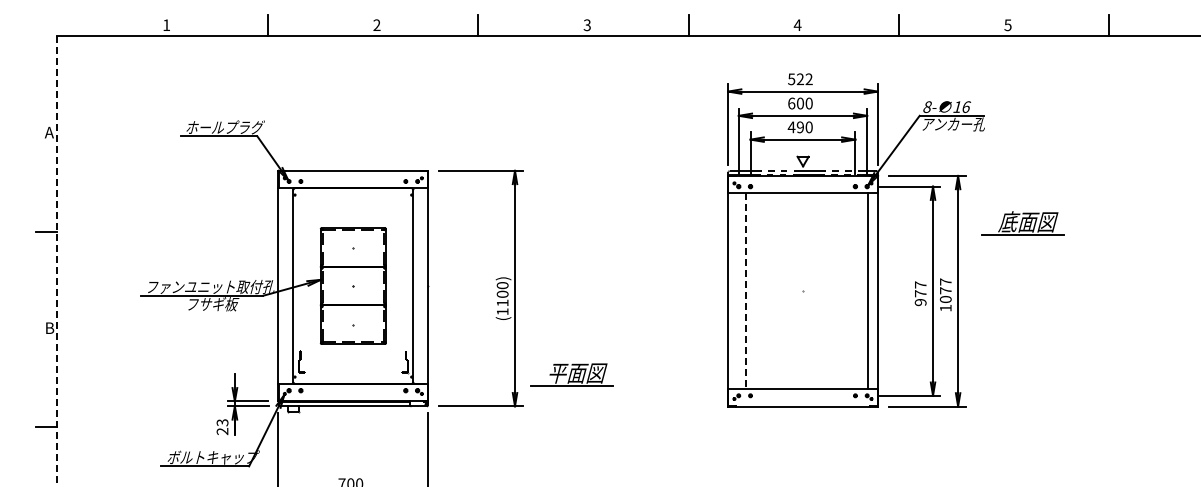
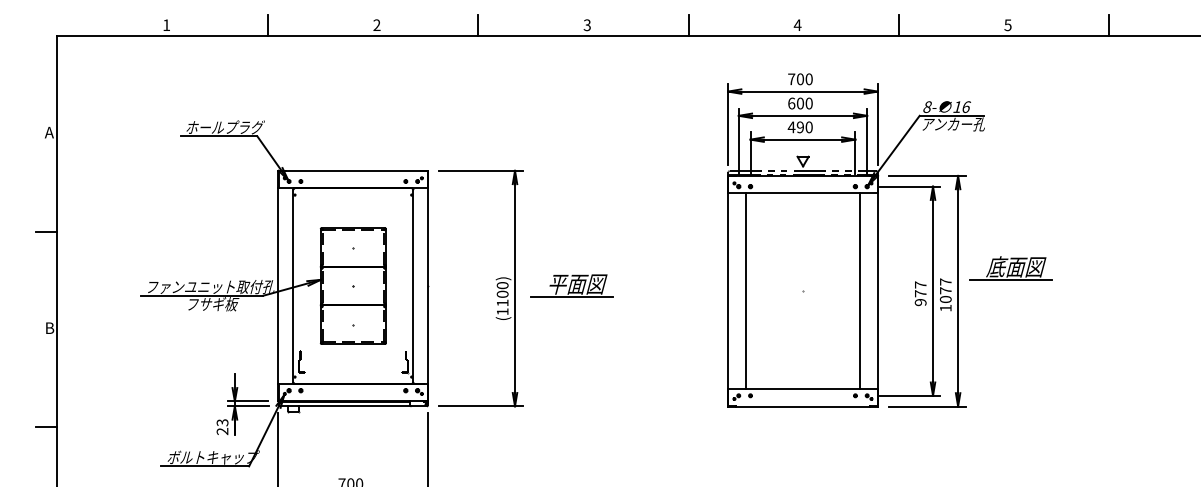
text at (800, 79): 522 -> 700
part at (1022, 223) position: (1022, 223) -> (1010, 268)
line at (57, 261): dashed -> solid
line at (746, 291): dashed -> solid
line at (867, 291) position: (867, 291) -> (859, 291)
part at (571, 374) position: (571, 374) -> (571, 285)
